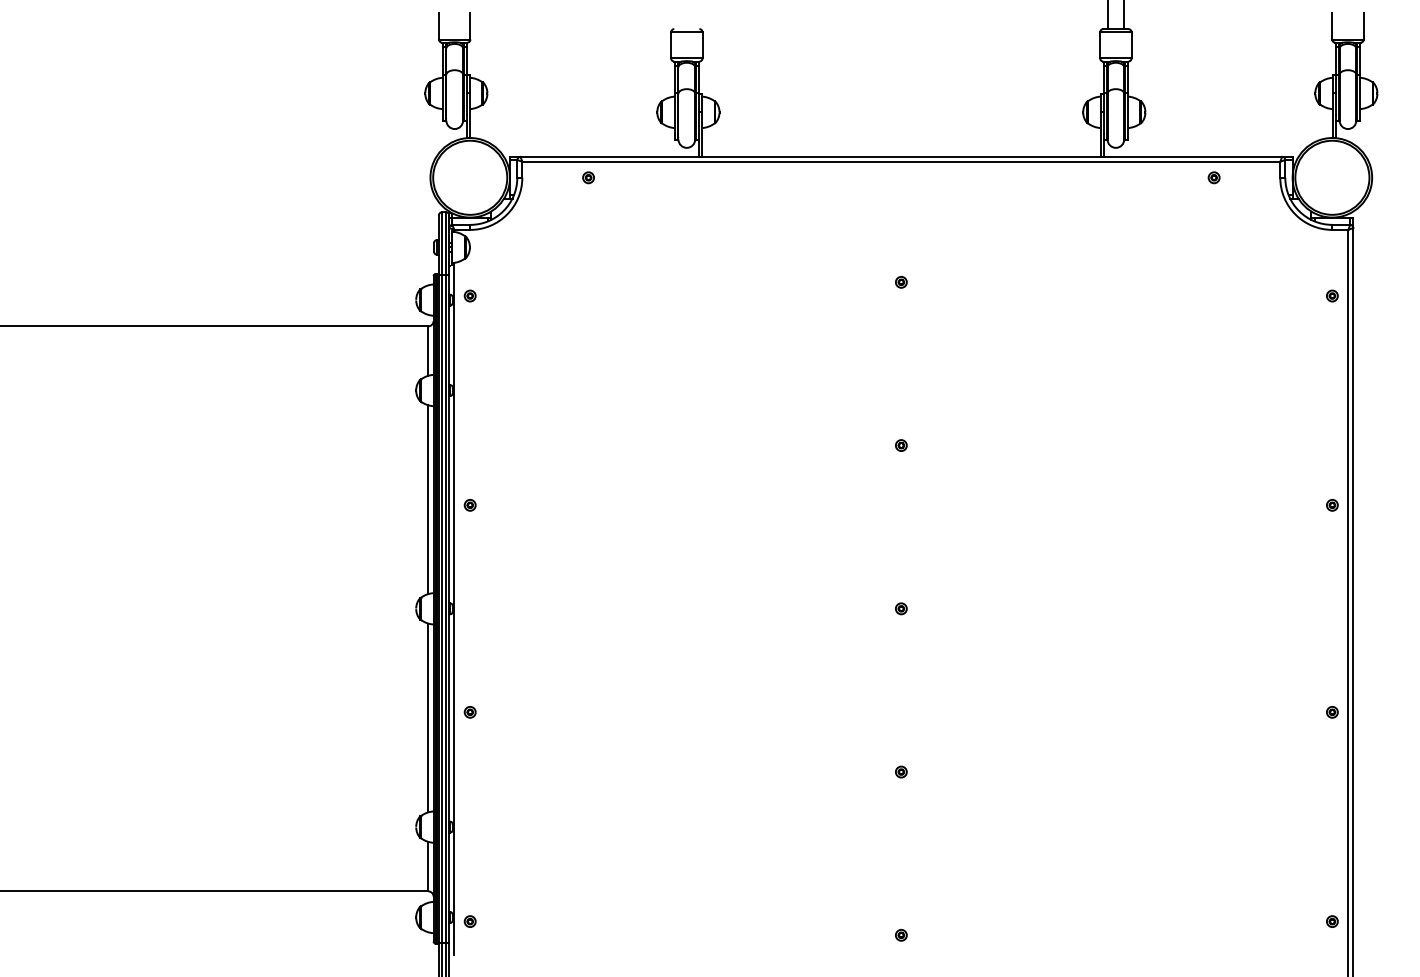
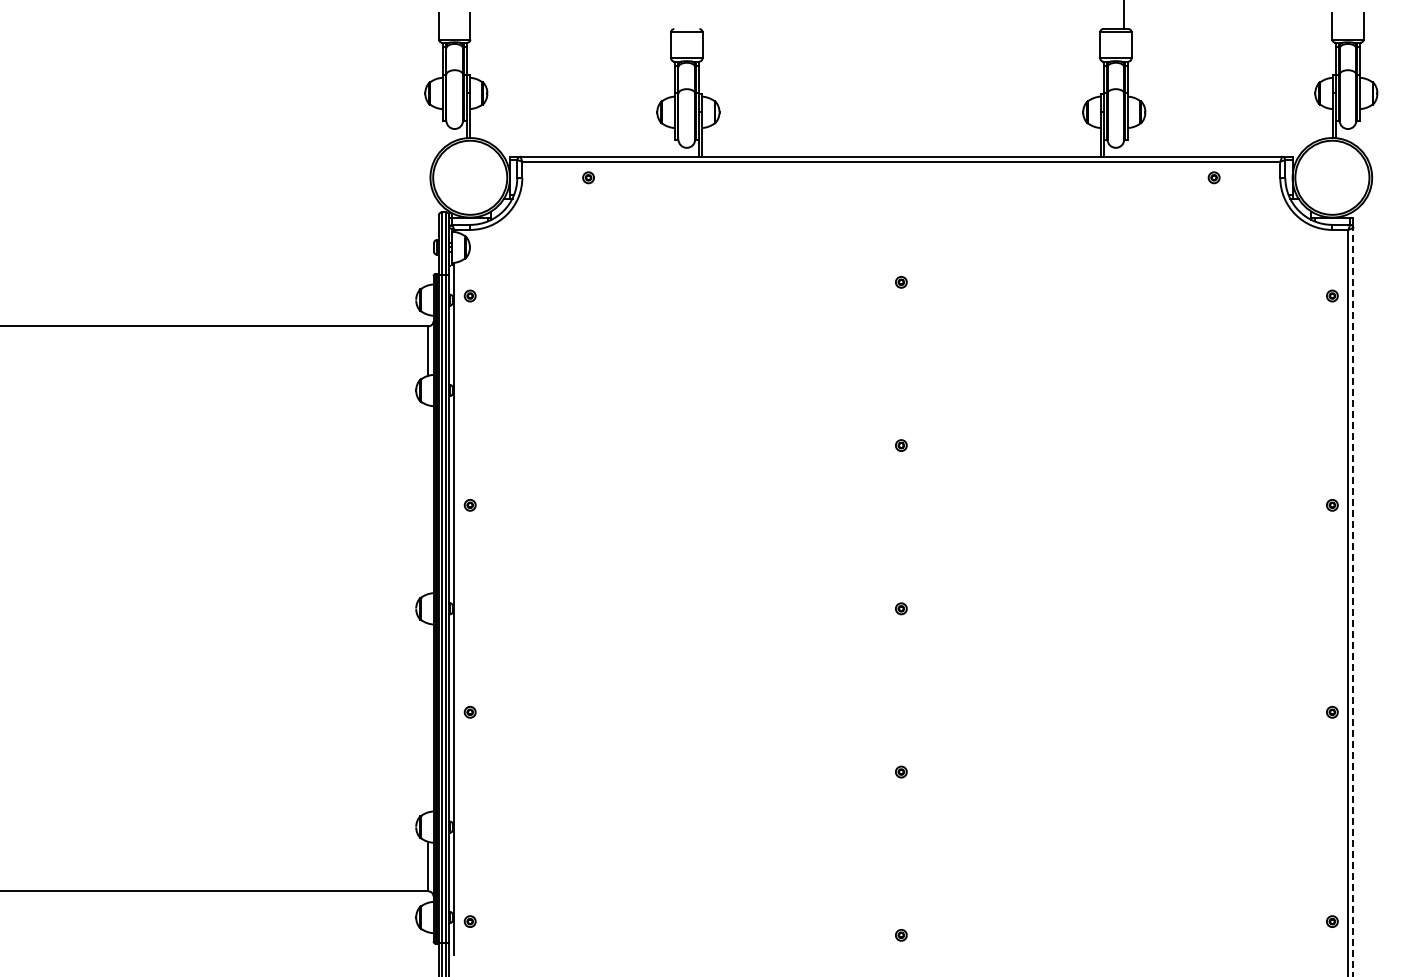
line at (1107, 15): present -> none
line at (428, 499): present -> none
line at (1353, 601): solid -> dashed
line at (428, 717): present -> none
